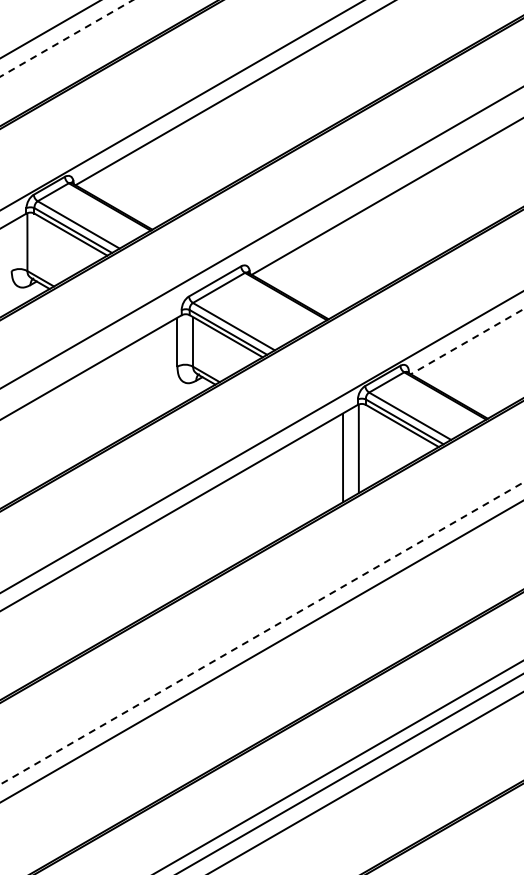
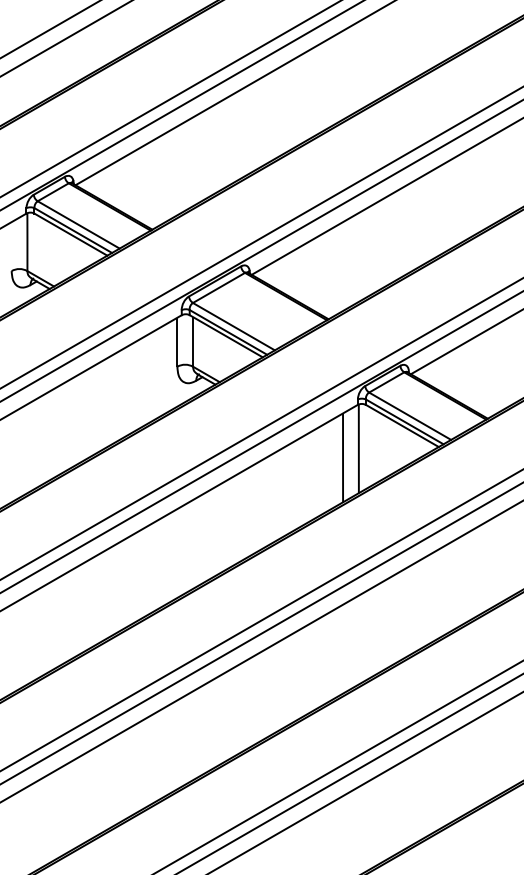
line at (66, 38): dashed -> solid
line at (170, 99): none -> present
line at (261, 250): none -> present
line at (467, 341): dashed -> solid
line at (261, 428): none -> present
line at (261, 620): none -> present
line at (261, 633): dashed -> solid
